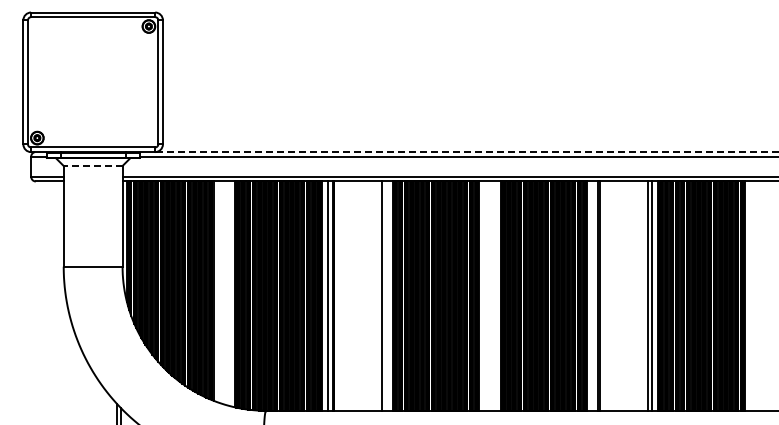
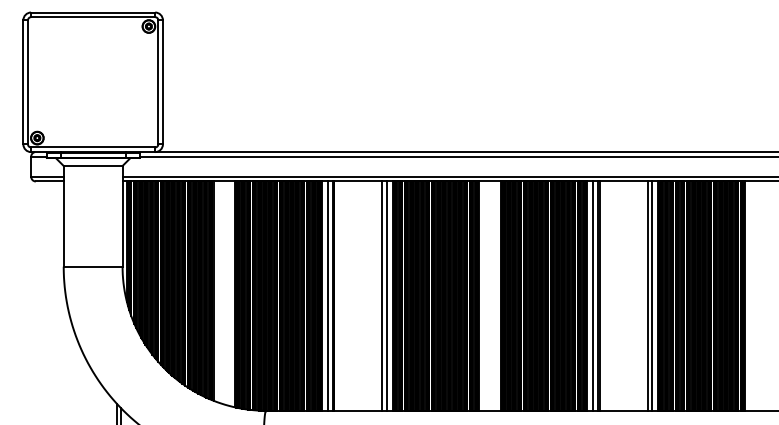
line at (467, 152): dashed -> solid
line at (92, 165): dashed -> solid
line at (386, 295): none -> present
line at (593, 295): none -> present
